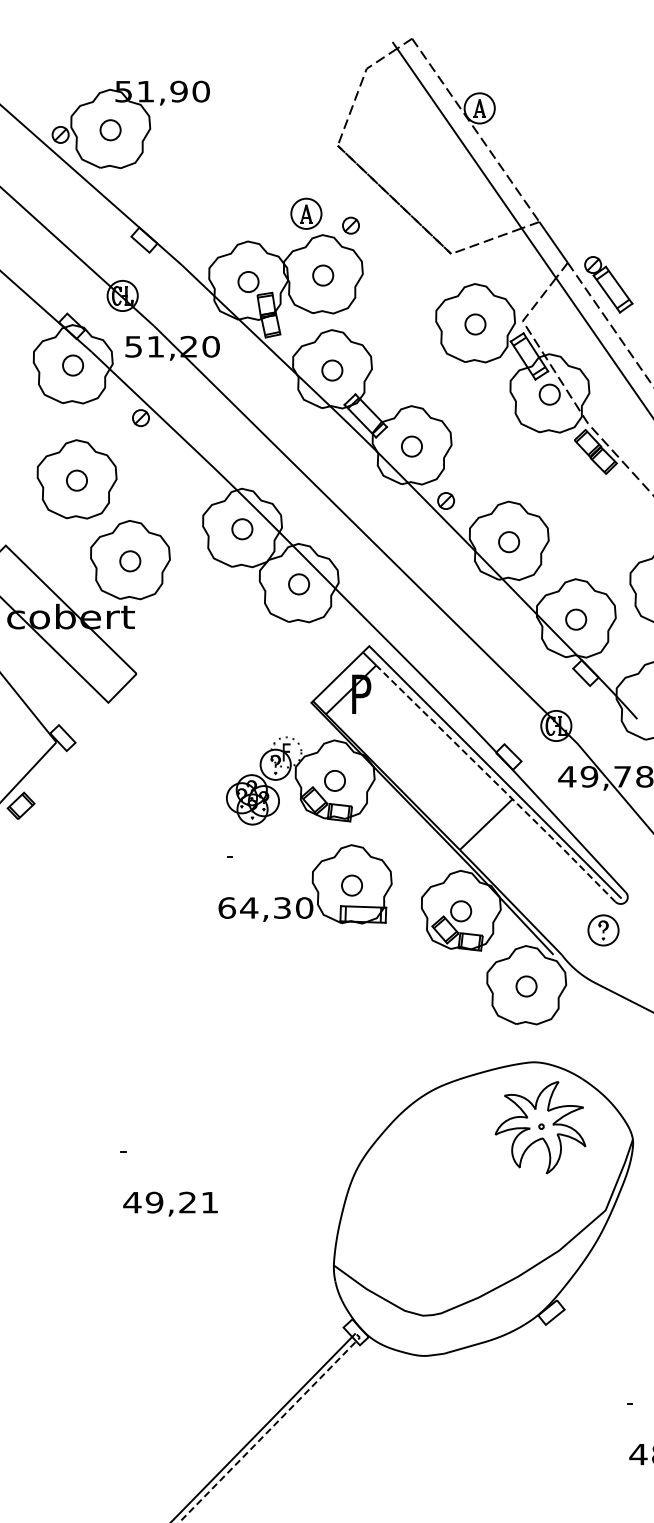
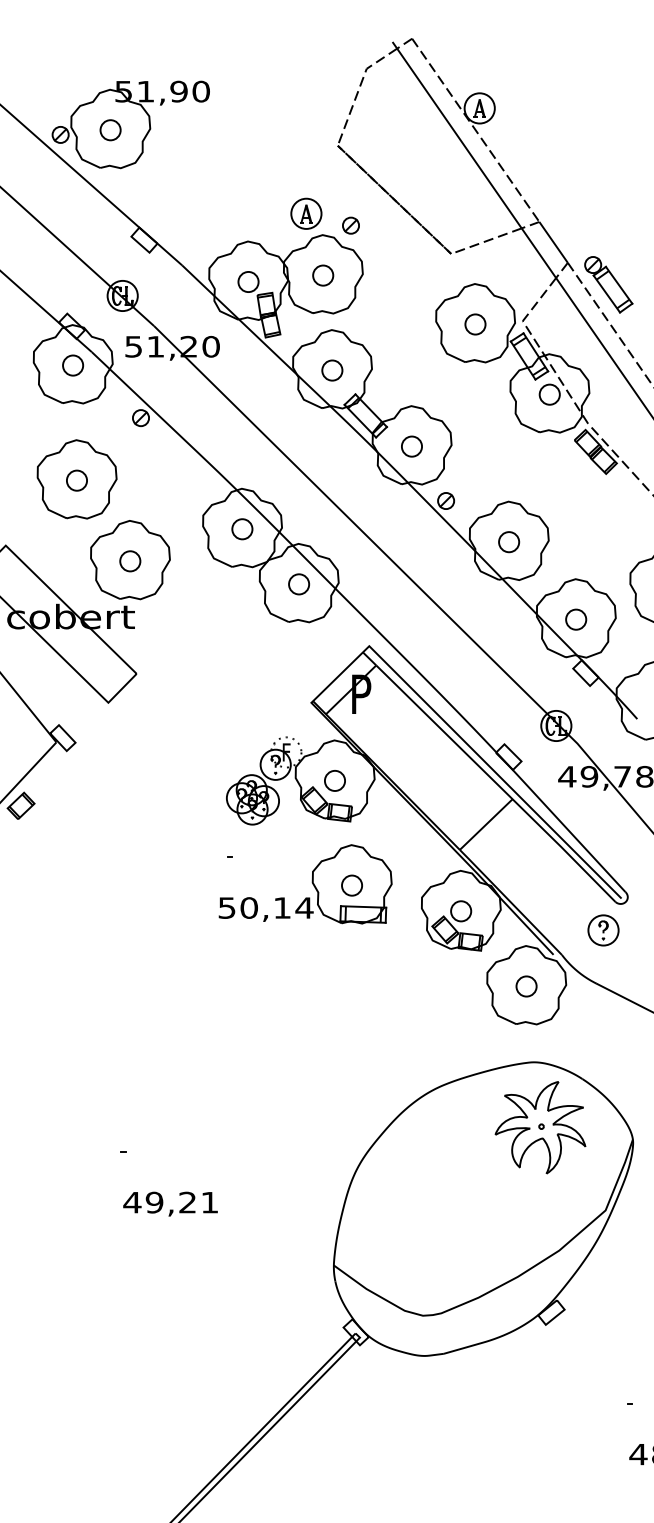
line at (496, 783): dashed -> solid
text at (265, 907): 64,30 -> 50,14
line at (272, 1426): dashed -> solid
